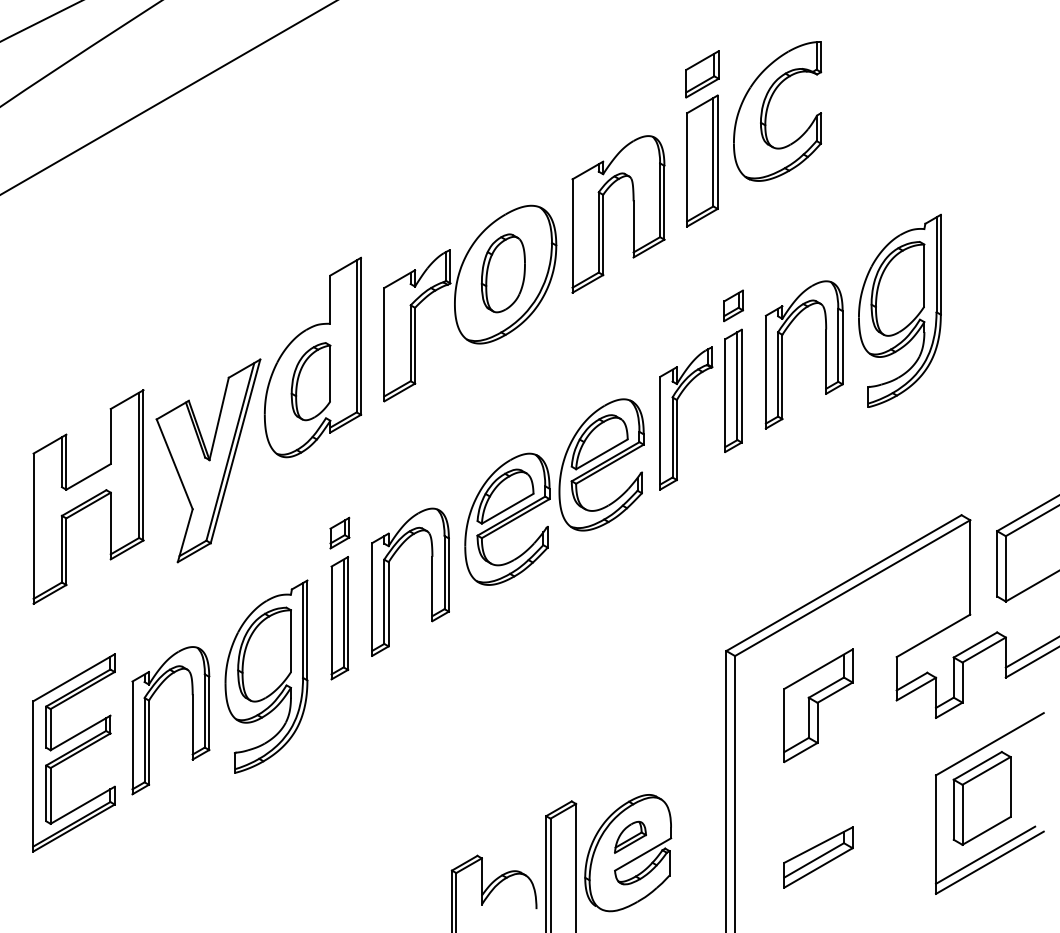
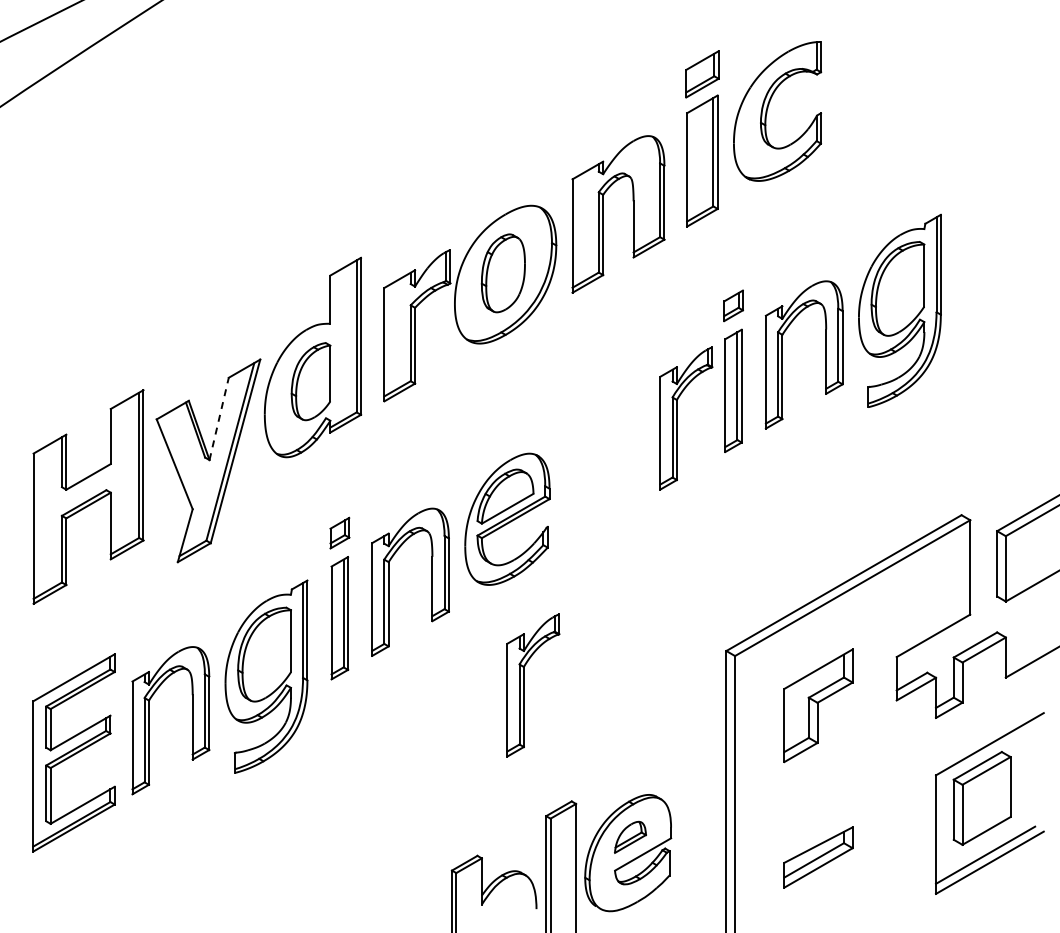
line at (168, 97): present -> none
line at (219, 418): solid -> dashed
part at (601, 464): present -> none
line at (1030, 652): present -> none
part at (524, 685): none -> present
